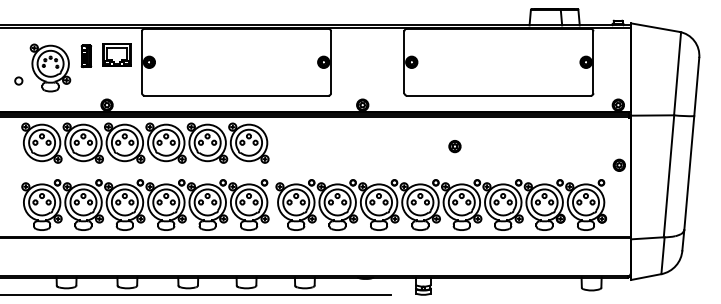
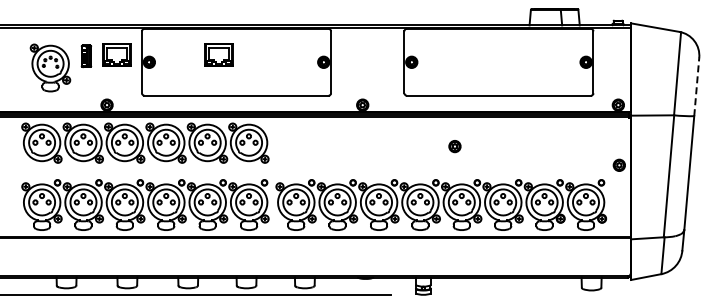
part at (218, 54): none -> present
circle at (18, 80): present -> none
line at (696, 86): solid -> dashed
